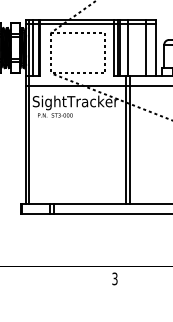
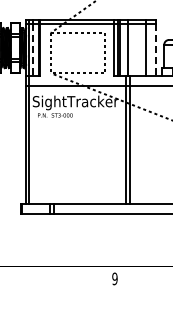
line at (33, 50): solid -> dashed
line at (156, 50): solid -> dashed
text at (114, 278): 3 -> 9
